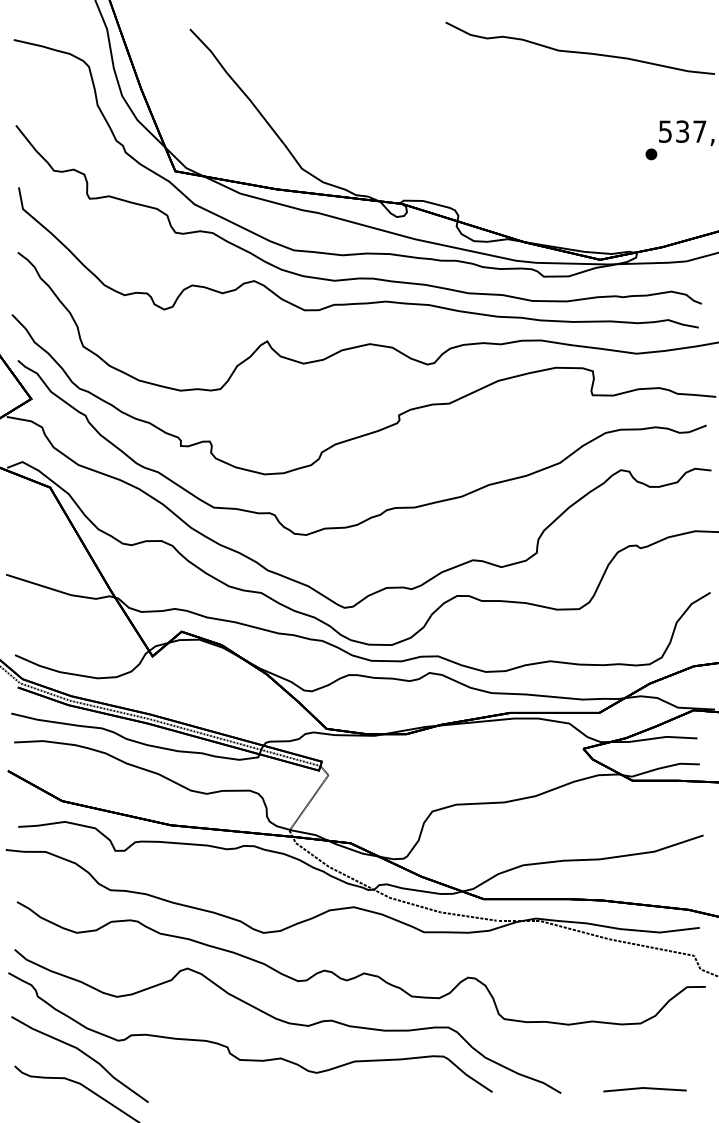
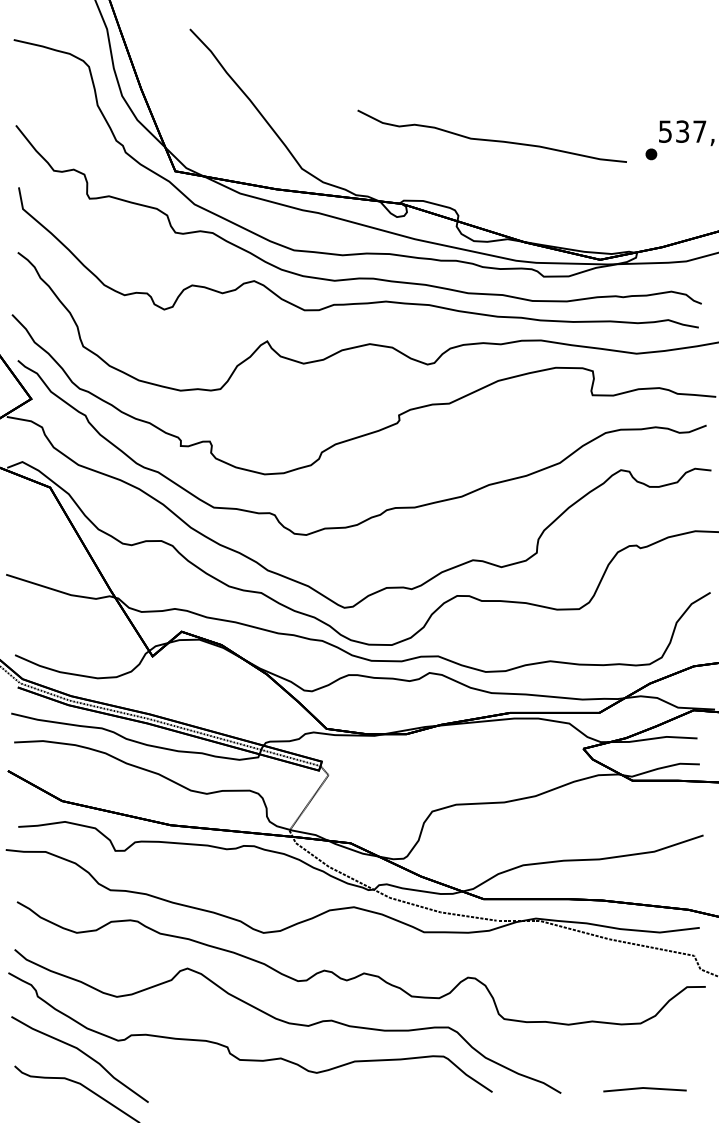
curve at (579, 51) position: (579, 51) -> (491, 139)
